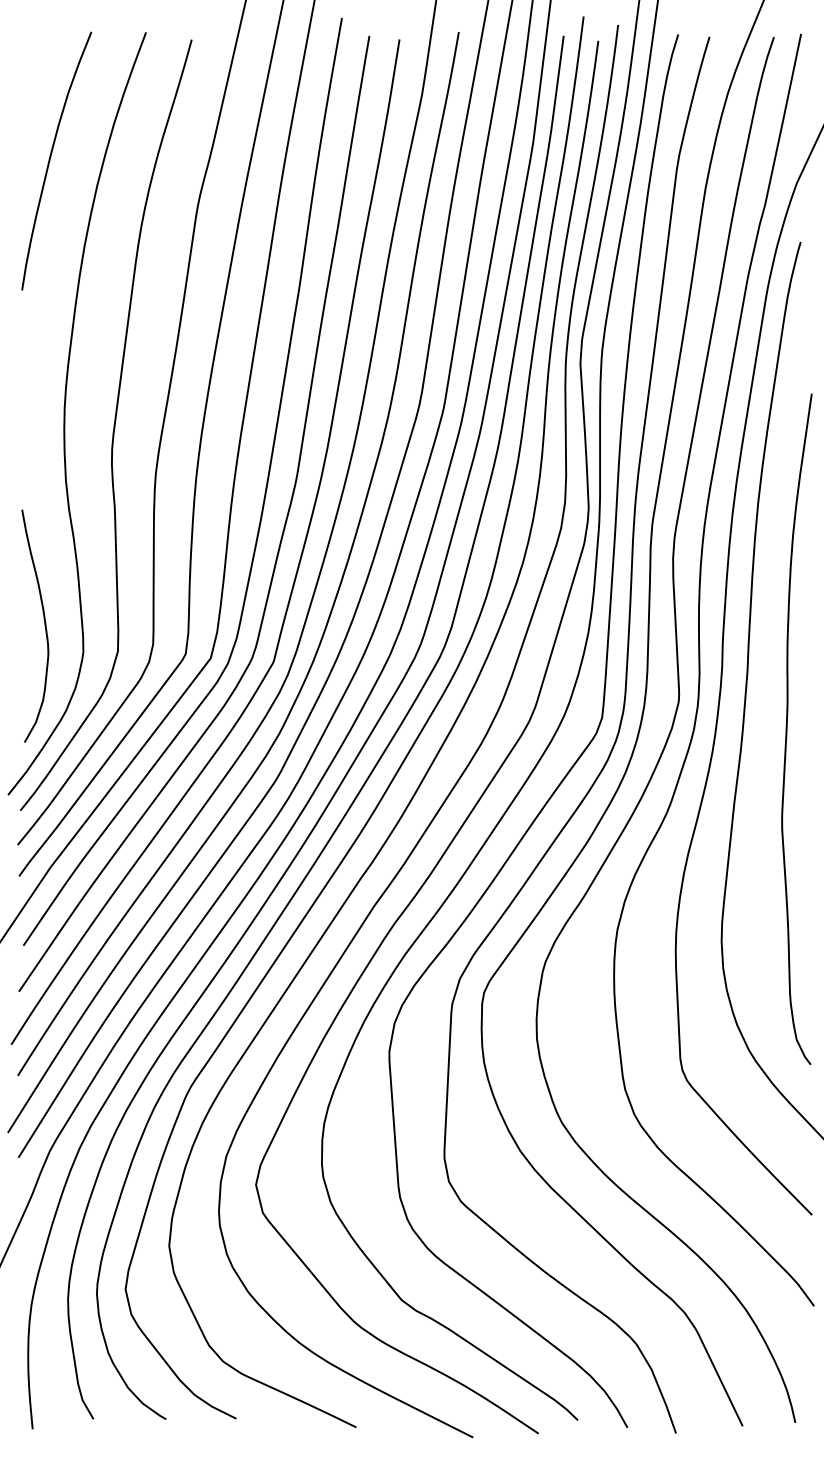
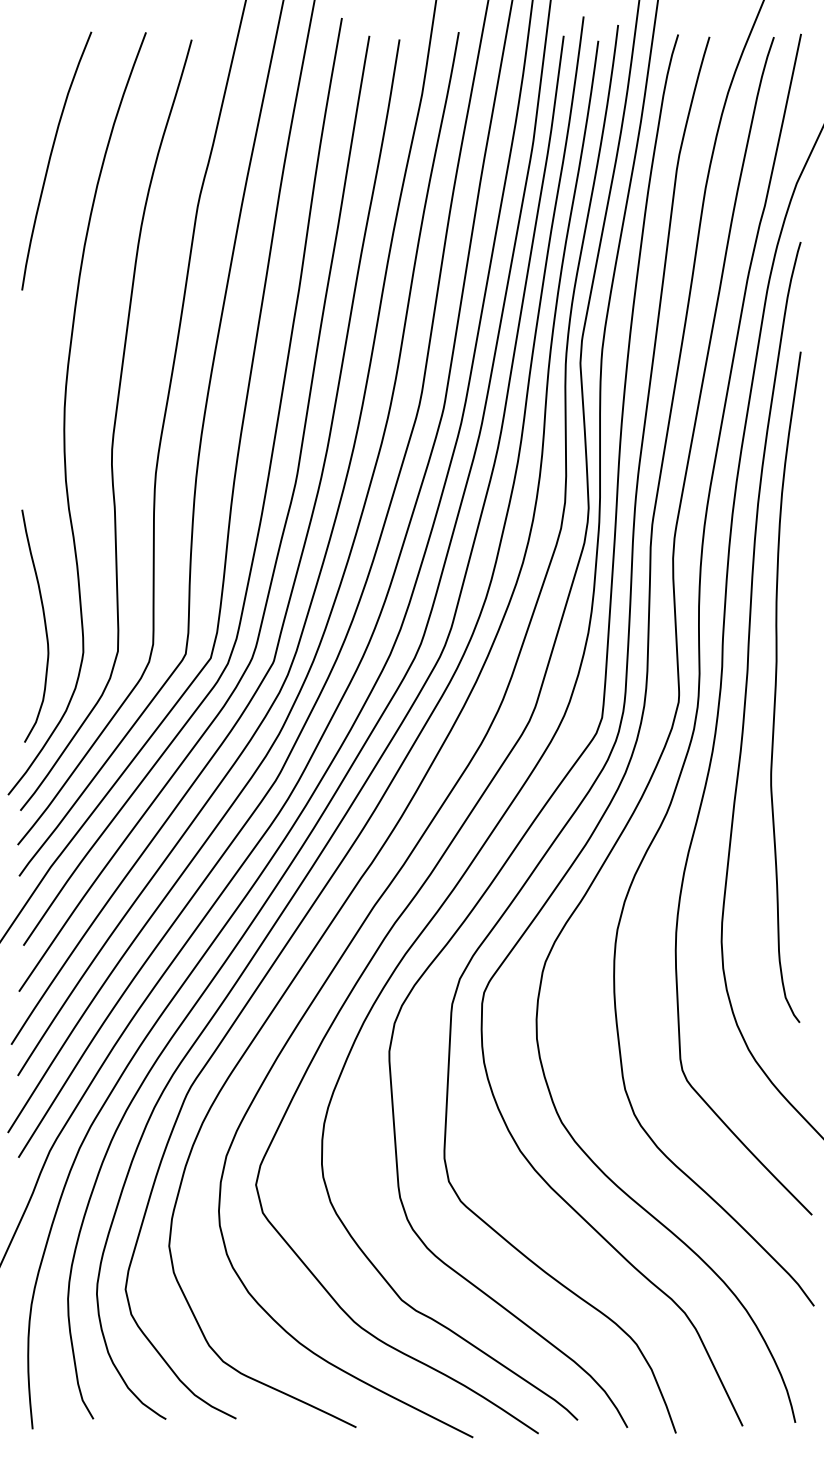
curve at (787, 728) position: (787, 728) -> (776, 686)
